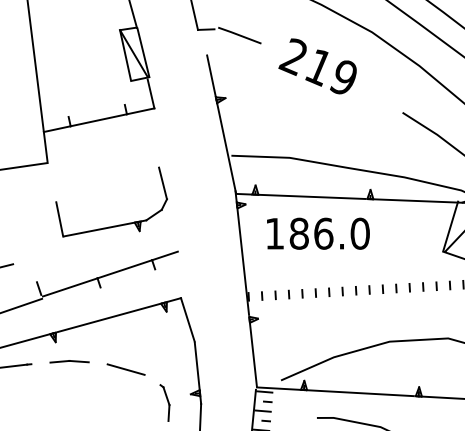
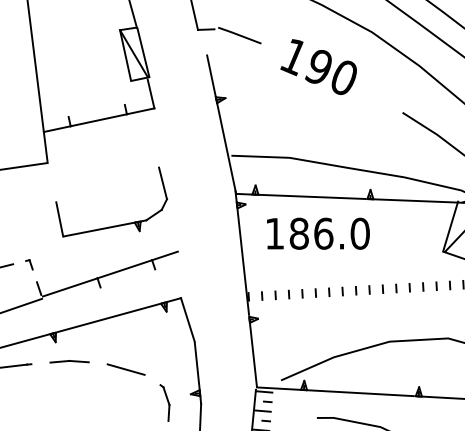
text at (317, 66): 219 -> 190
part at (29, 264): none -> present
